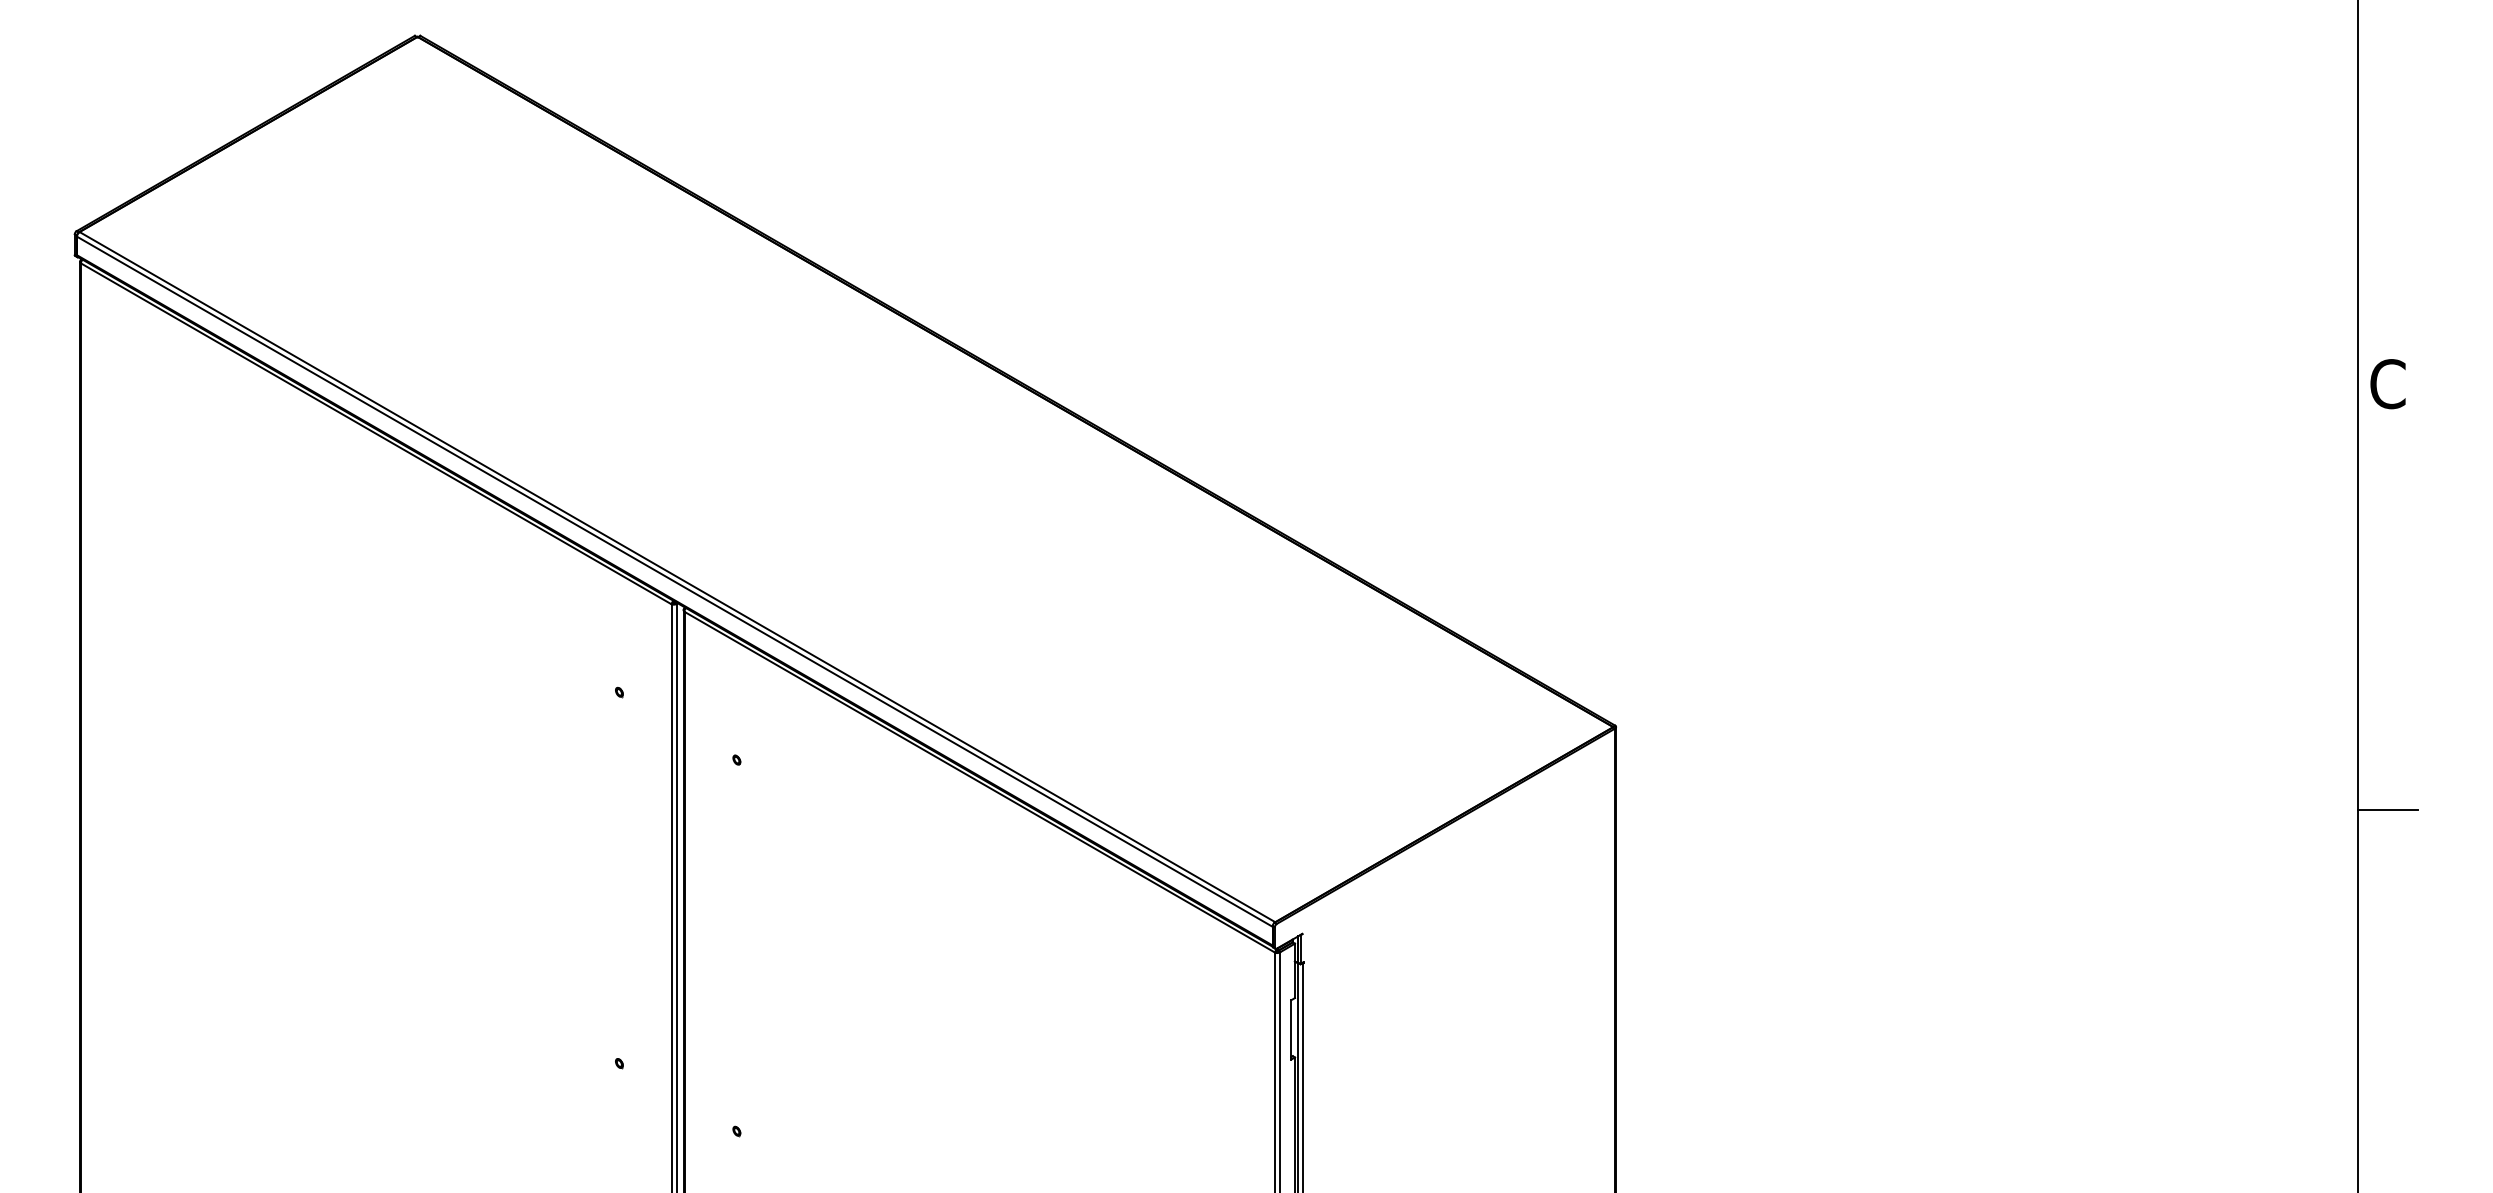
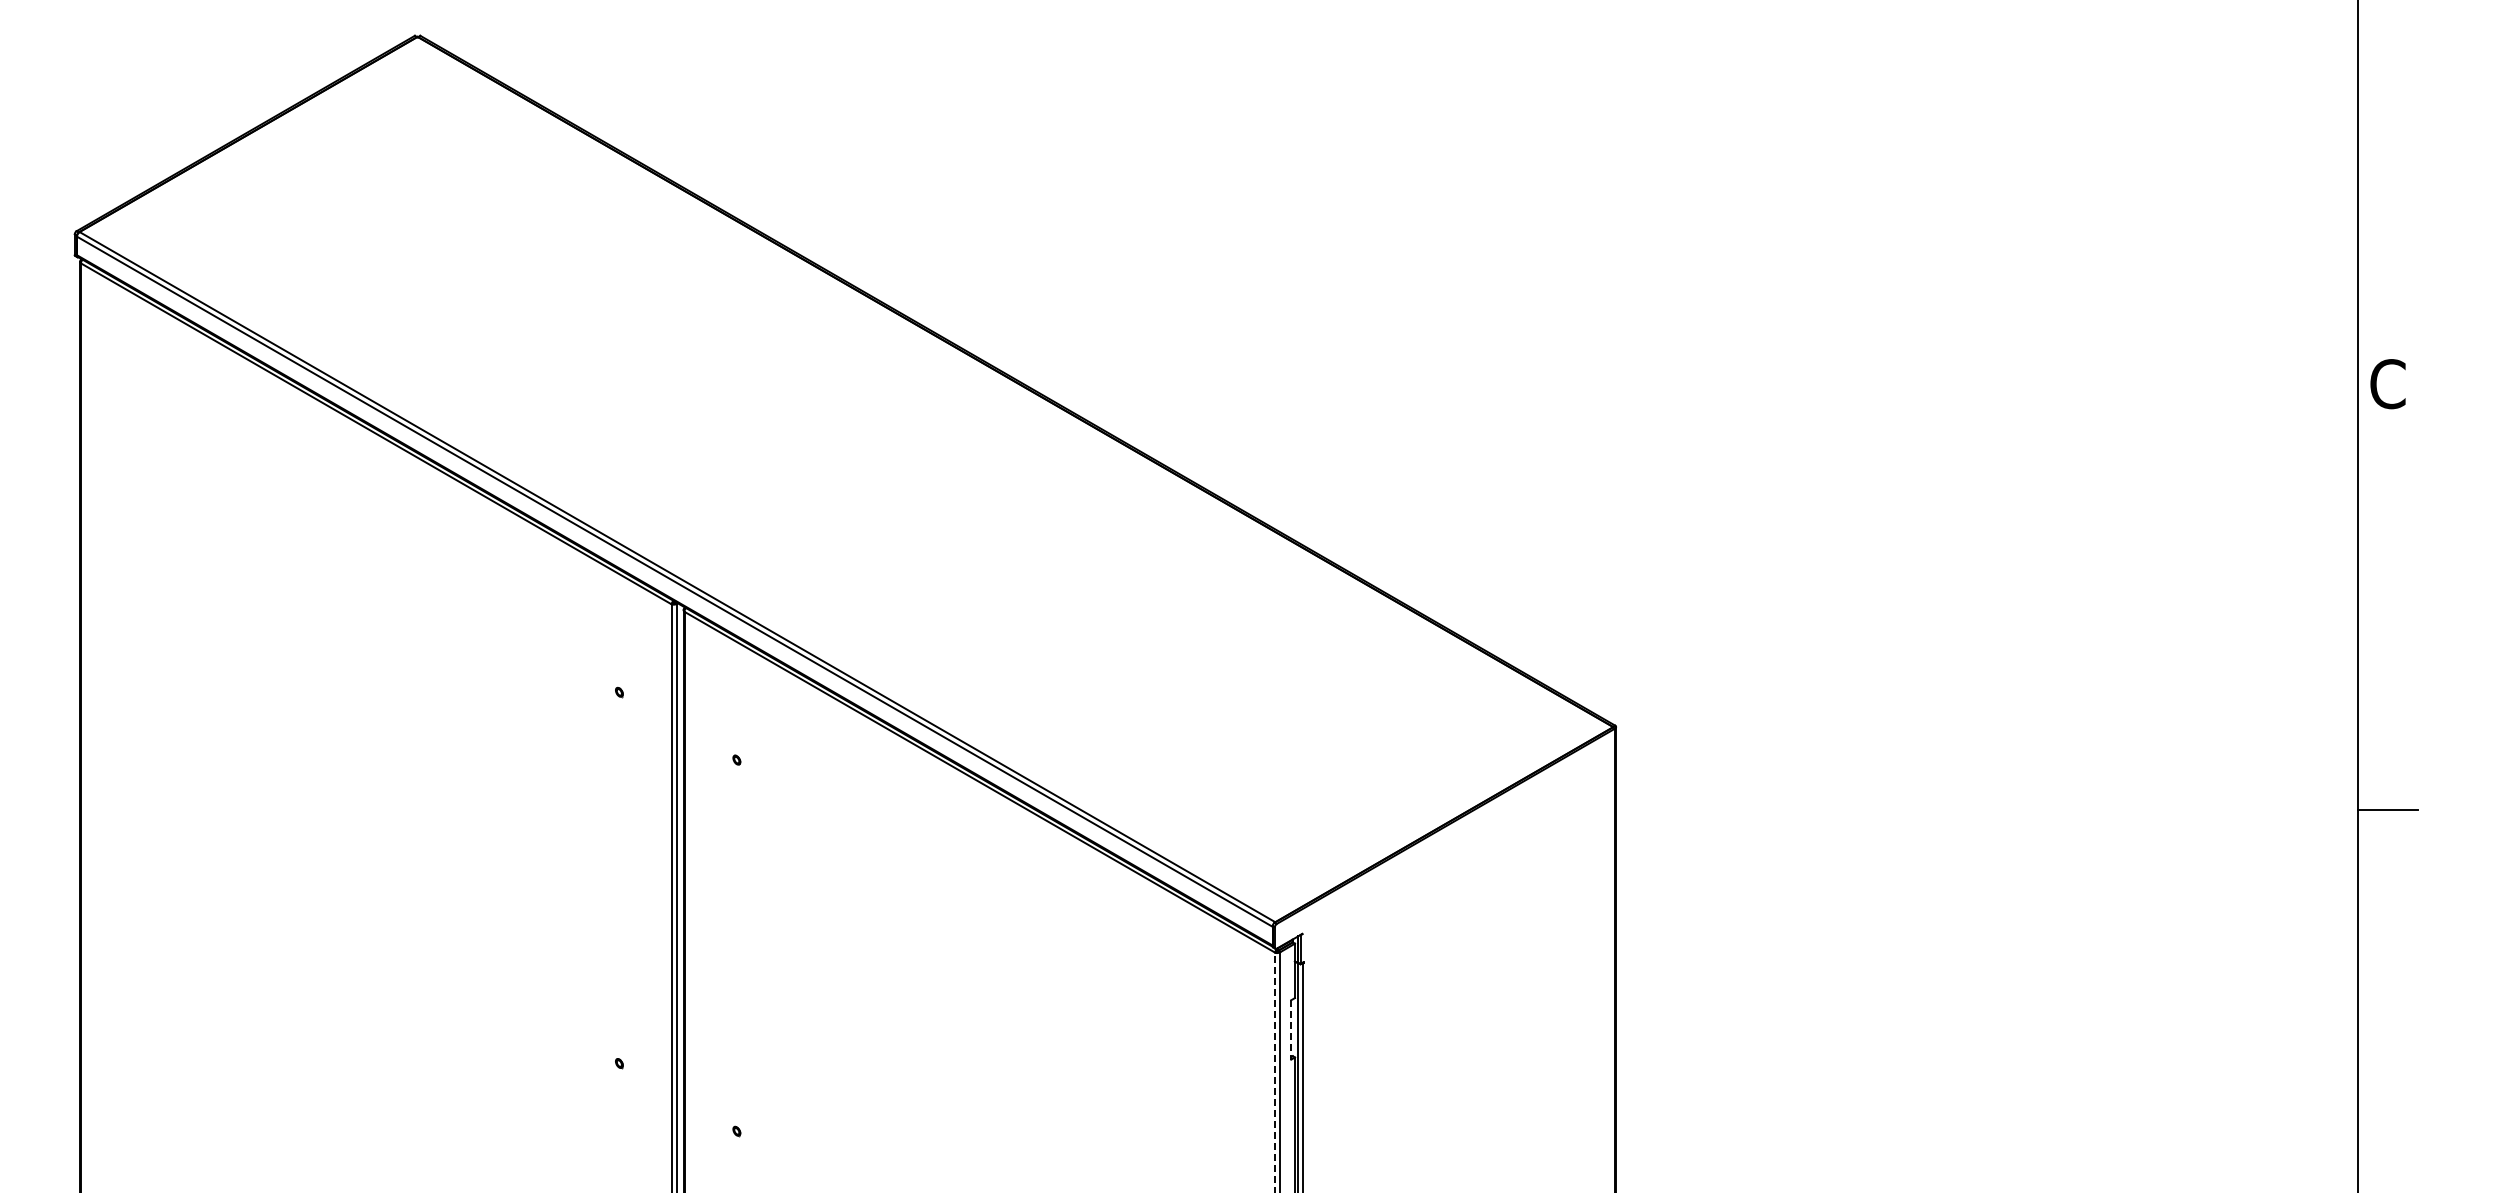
line at (1291, 1029): solid -> dashed
line at (1275, 1072): solid -> dashed
